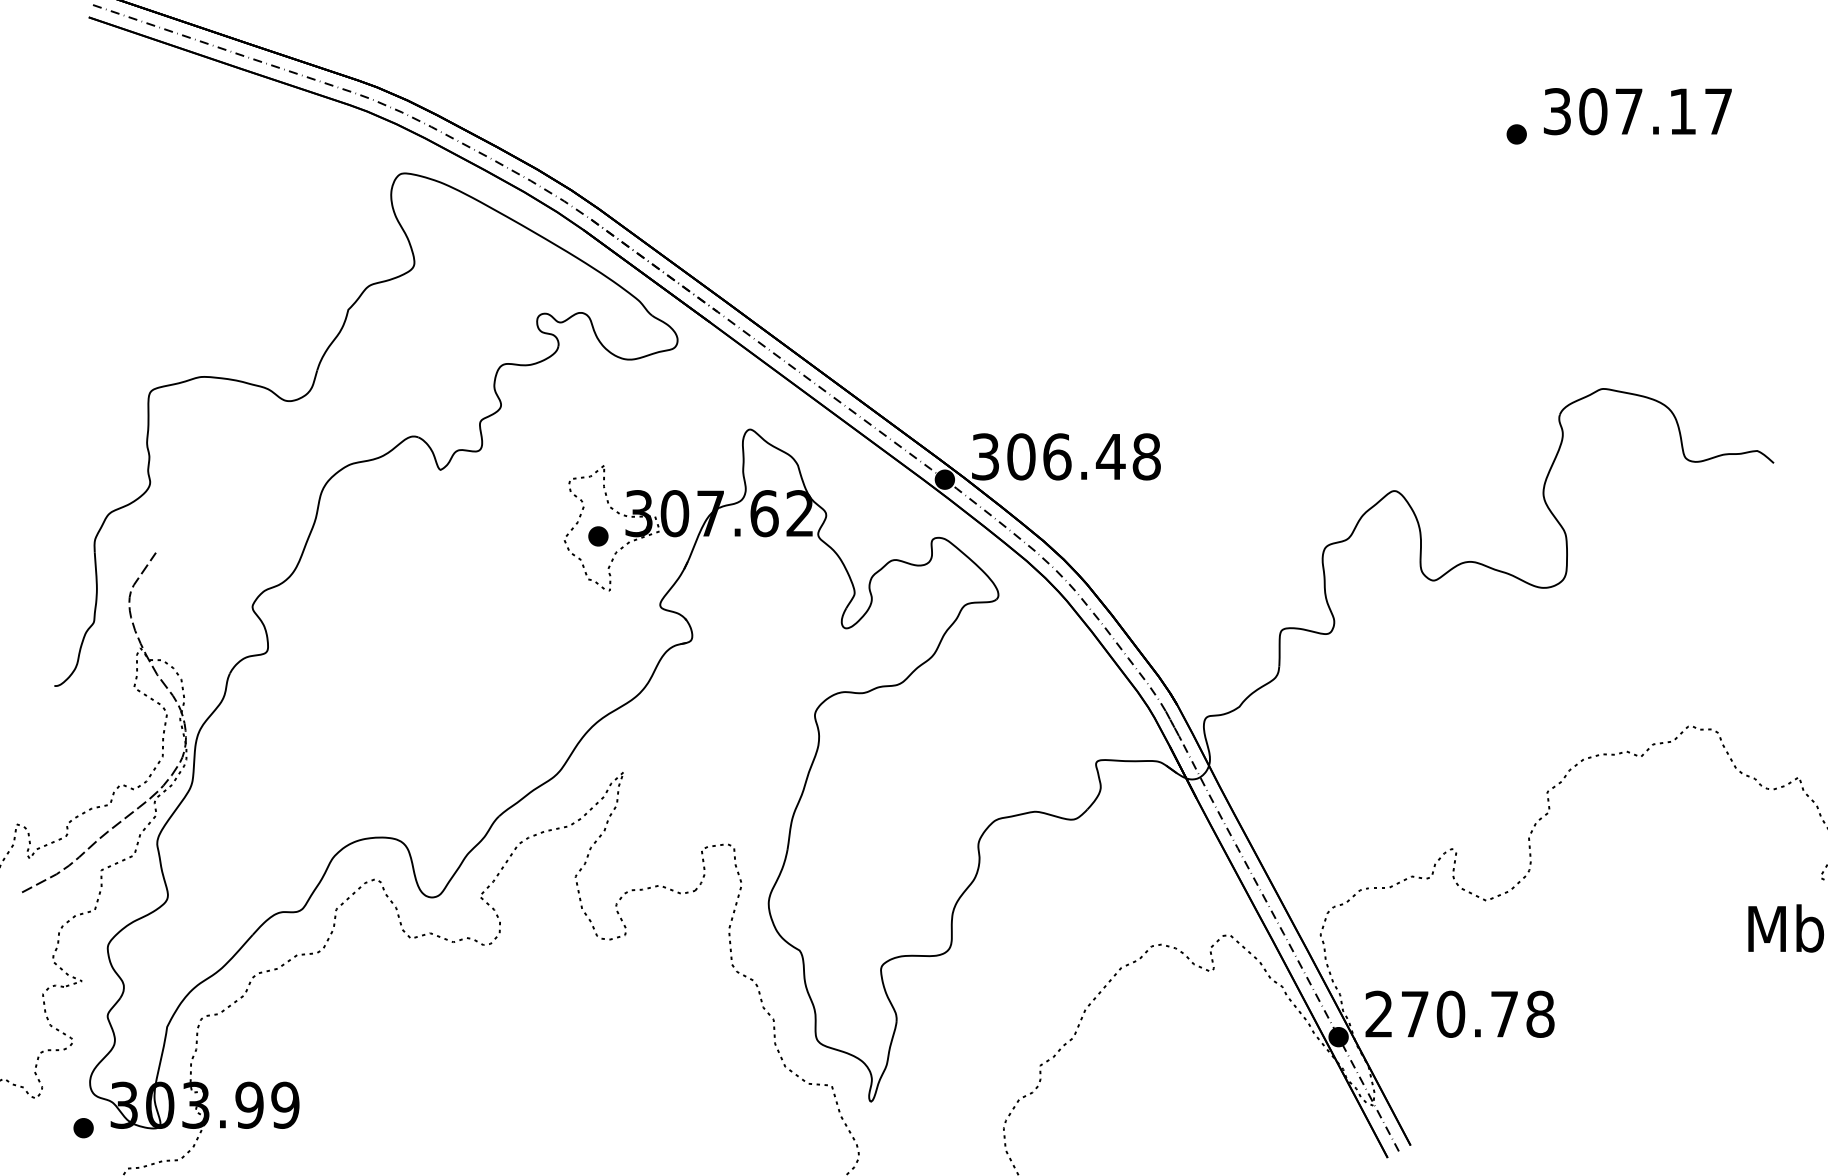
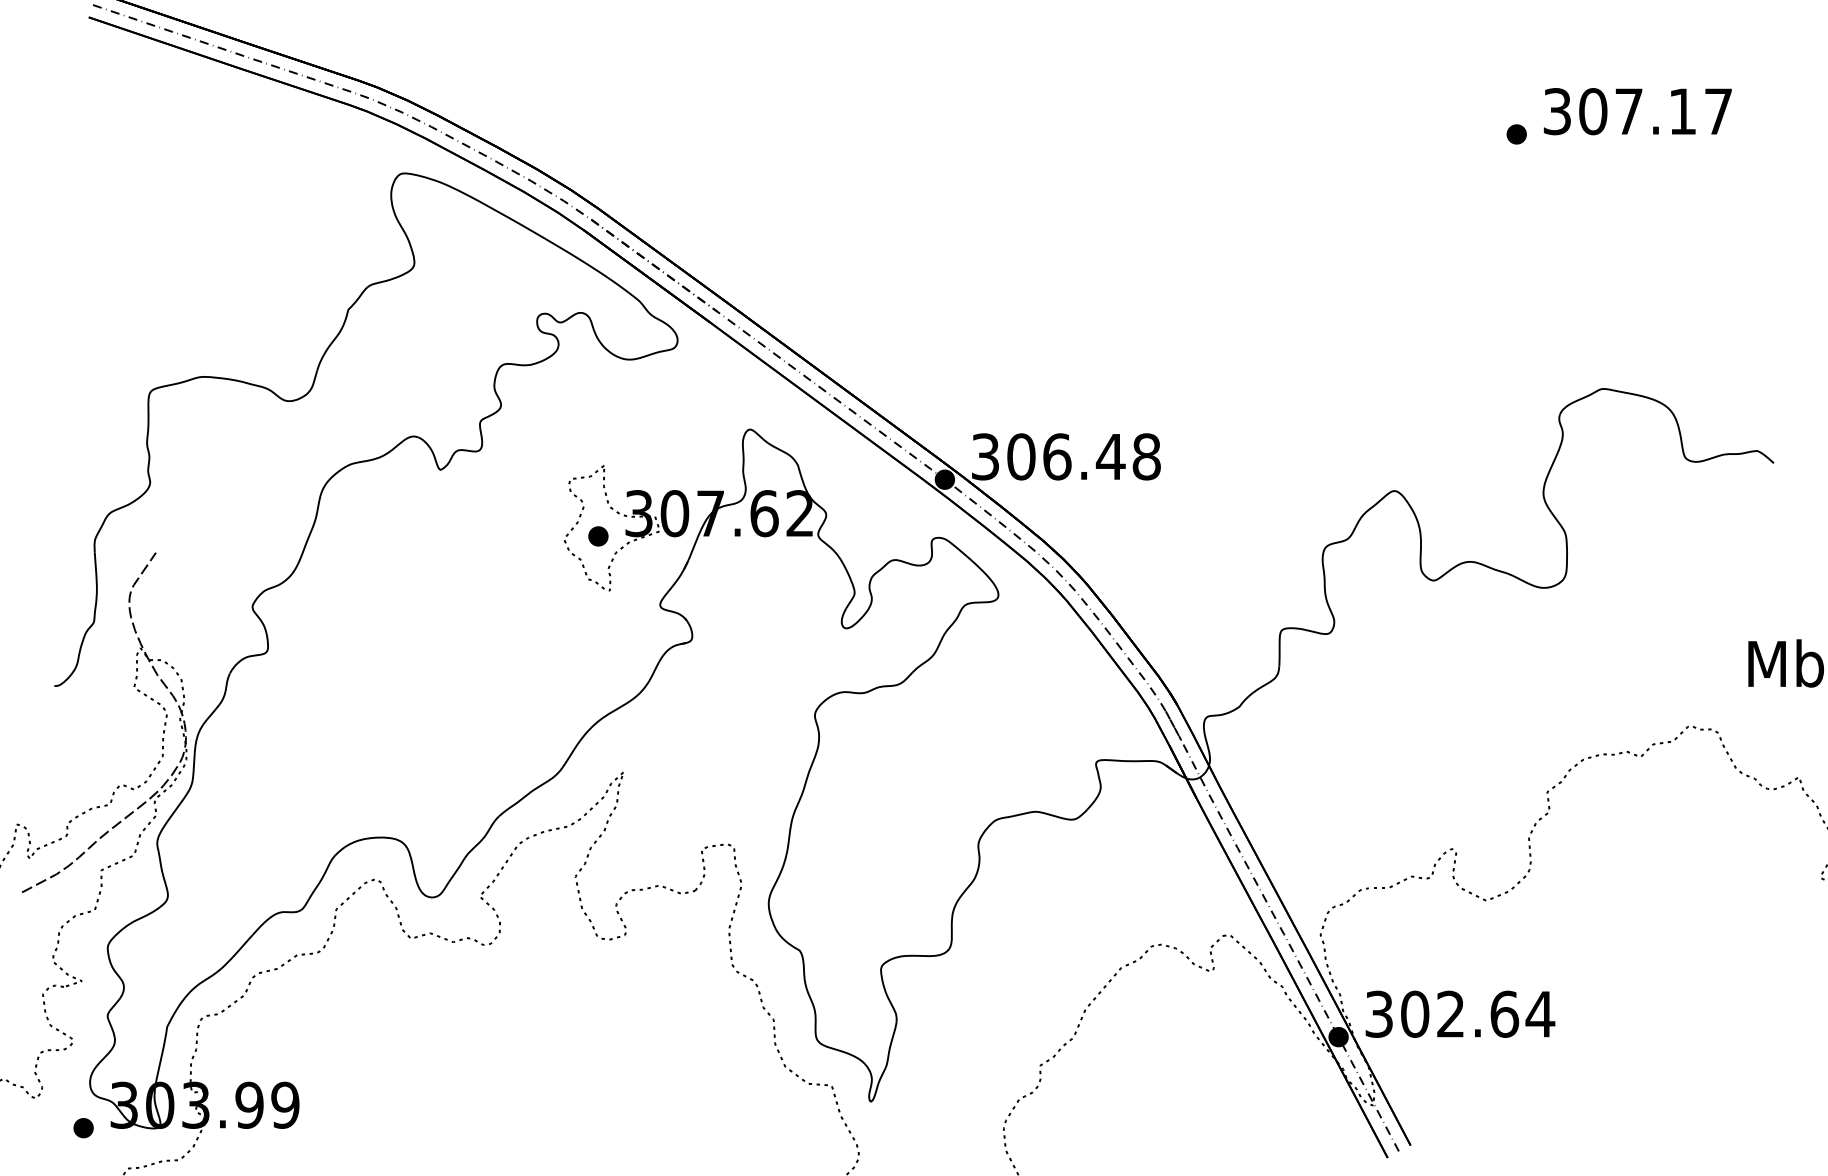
text at (1785, 928) position: (1785, 928) -> (1785, 663)
text at (1460, 1013): 270.78 -> 302.64
